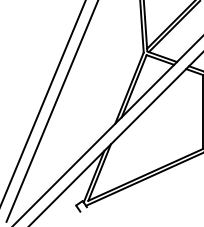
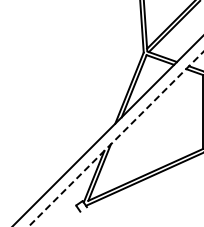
line at (43, 102): present -> none
line at (51, 111): present -> none
line at (115, 139): solid -> dashed
